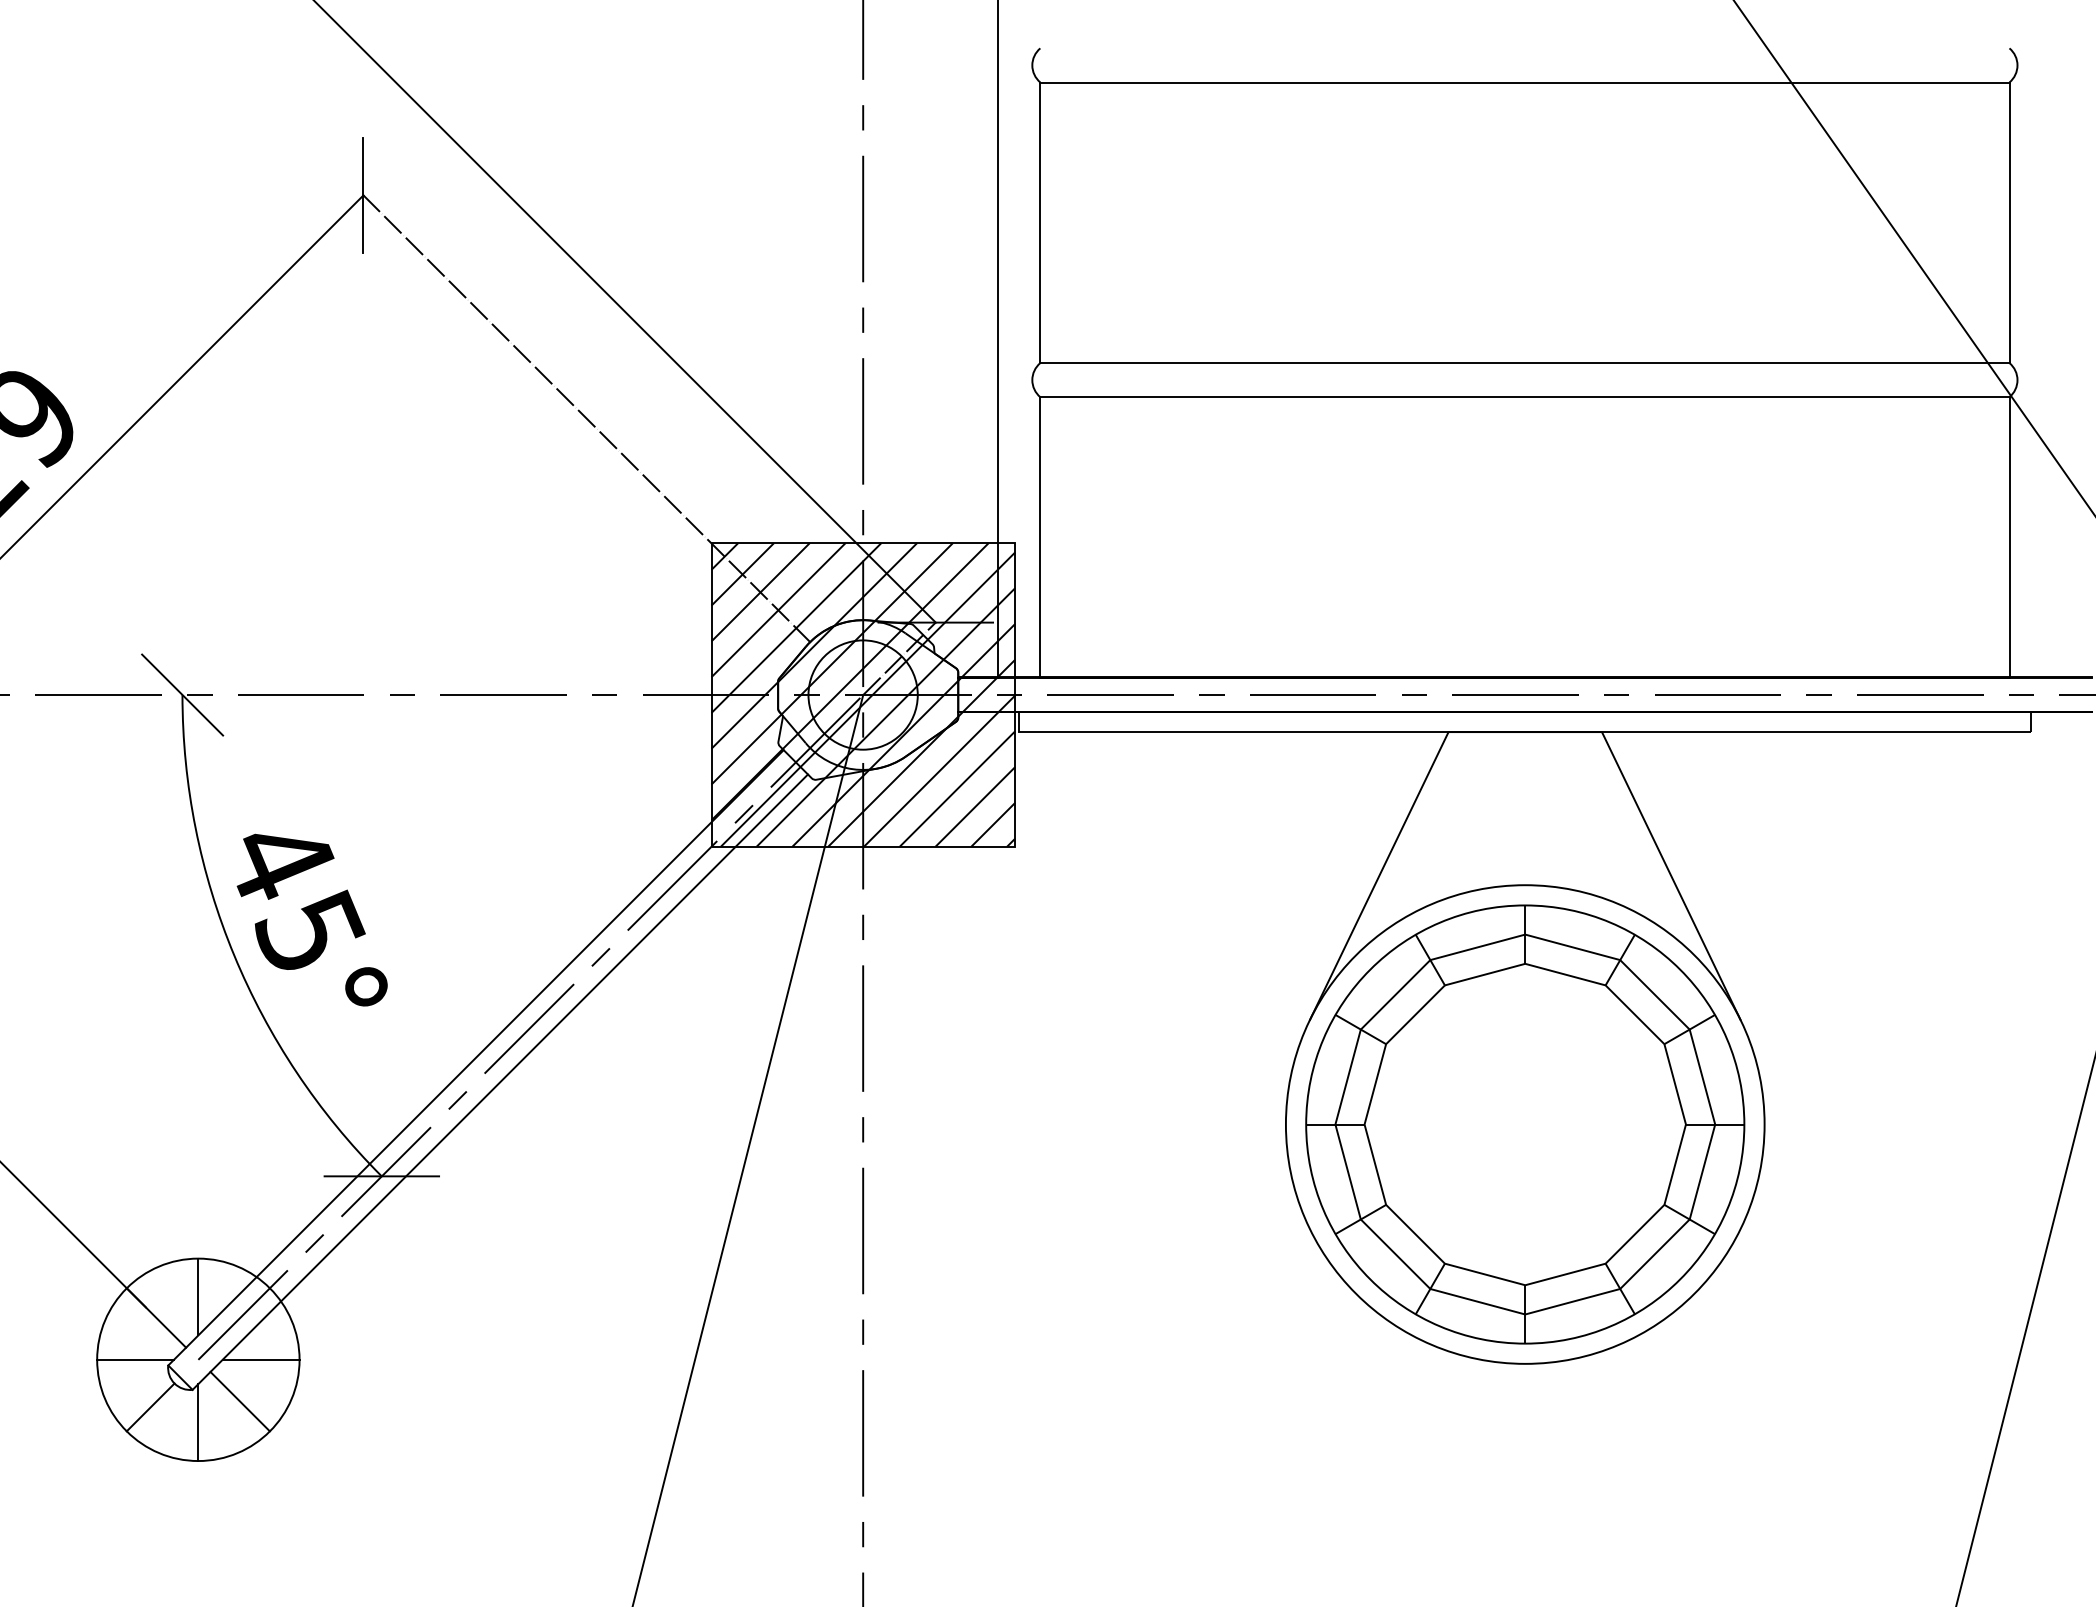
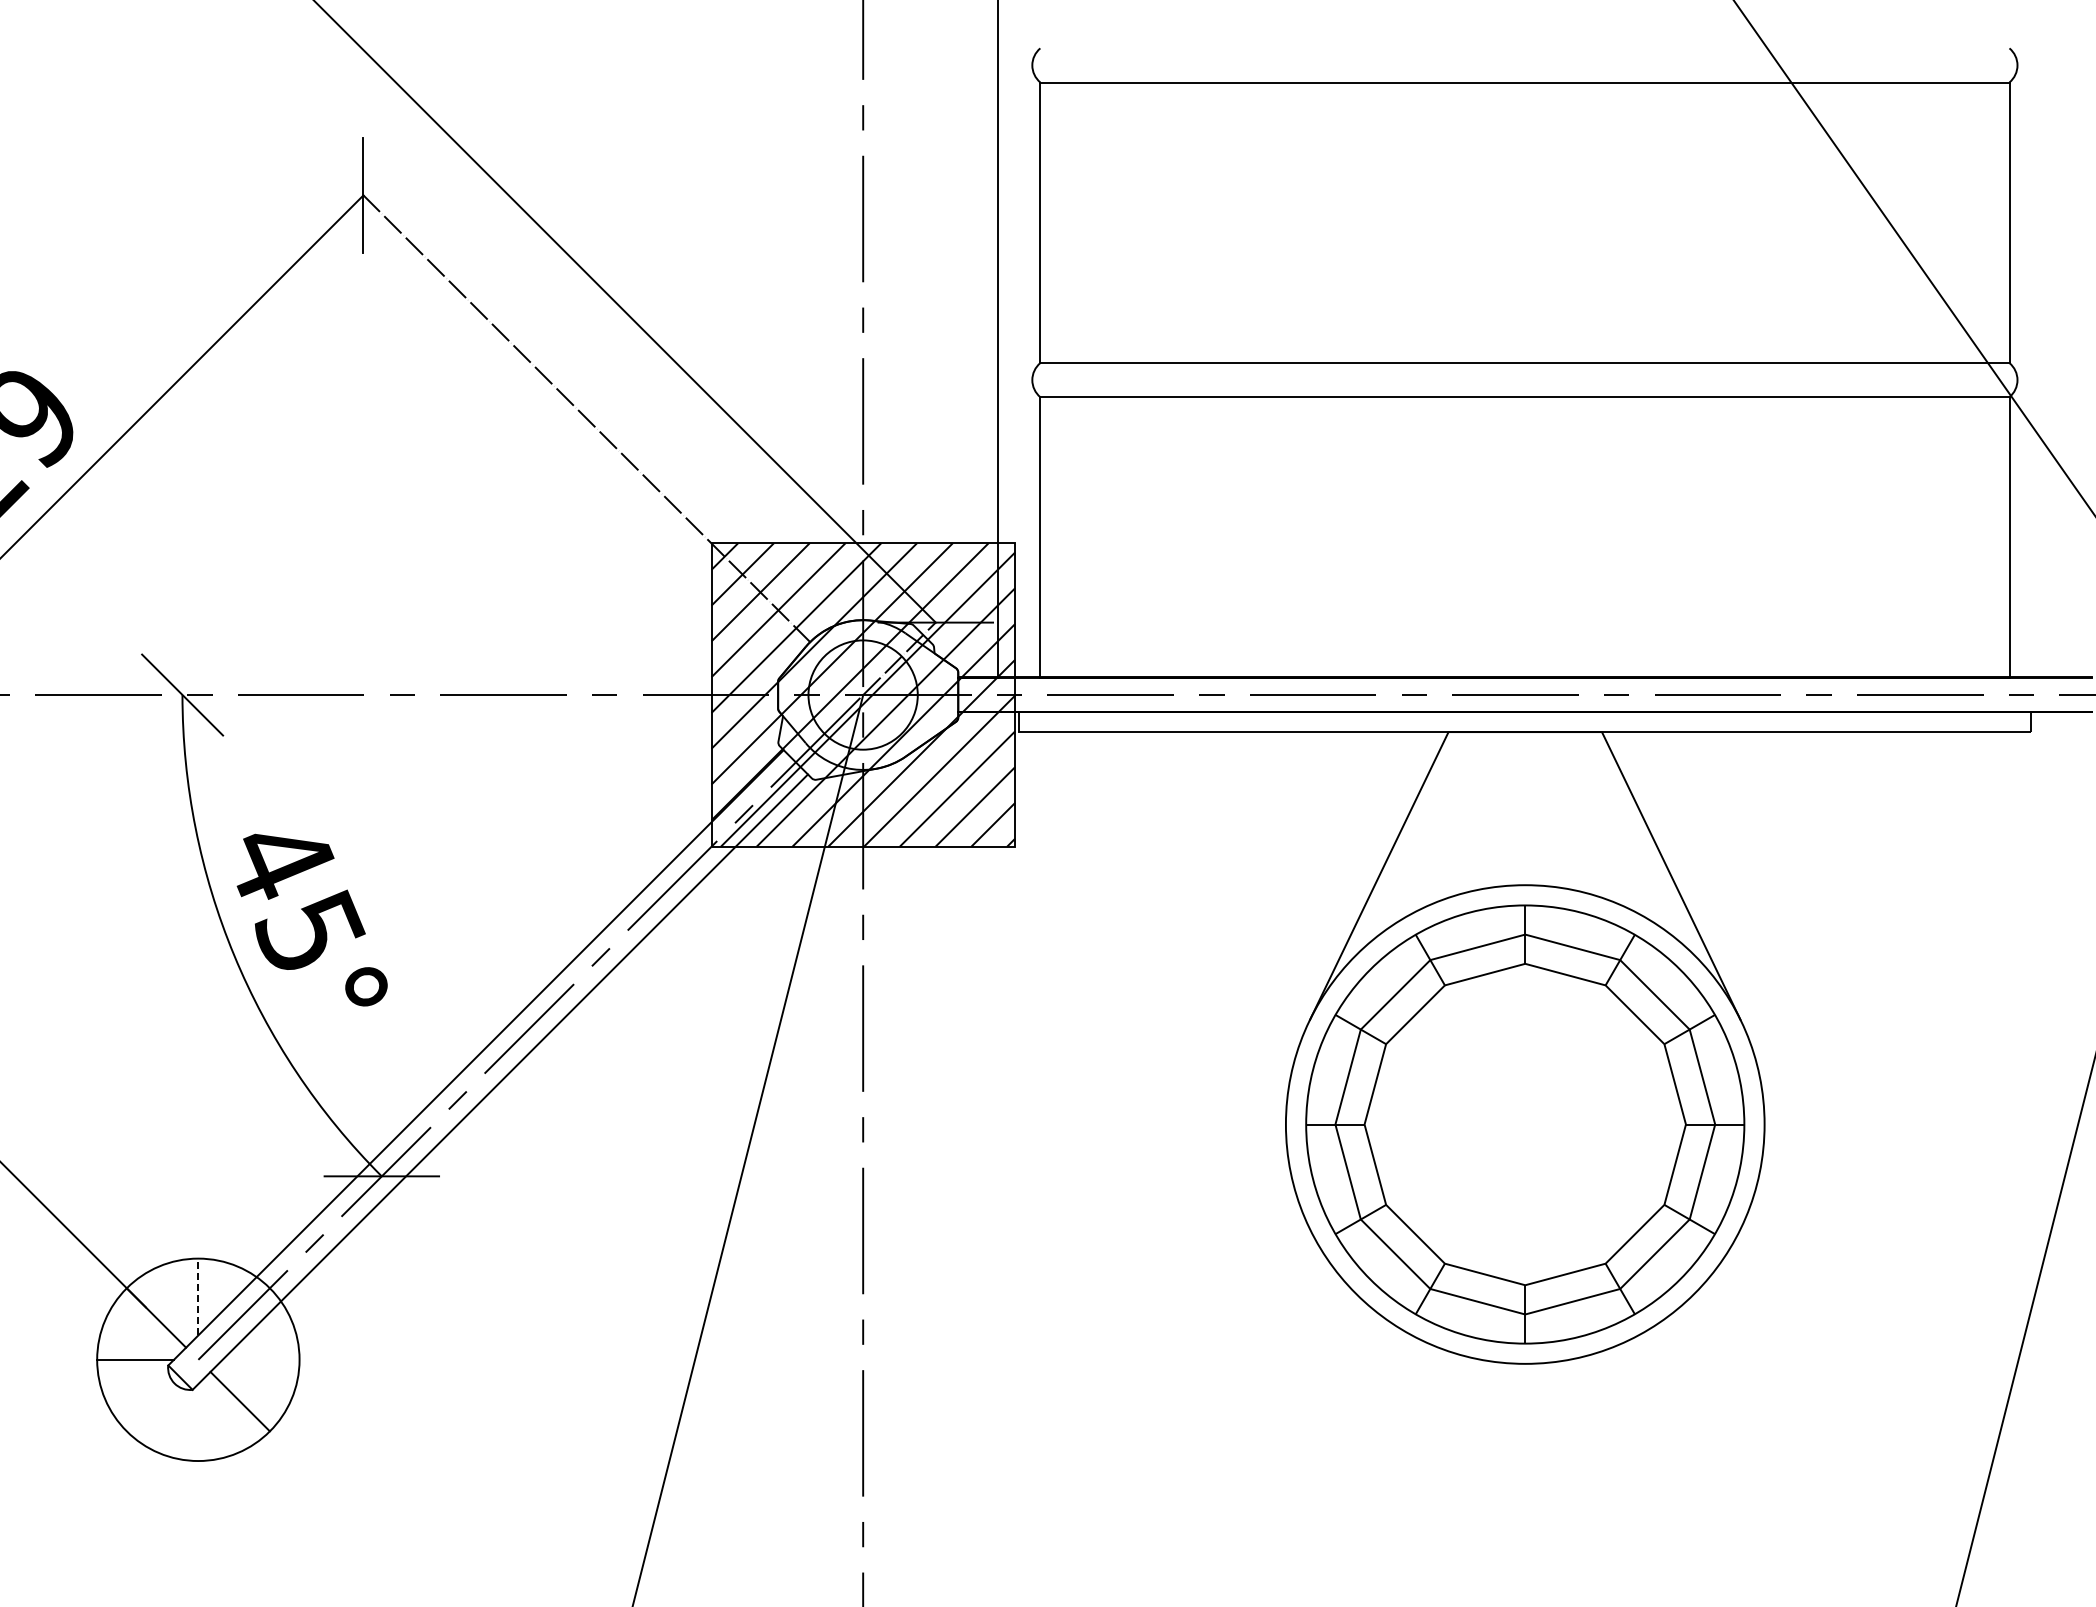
line at (198, 1296): solid -> dashed
line at (260, 1359): present -> none
line at (150, 1407): present -> none
line at (198, 1422): present -> none
